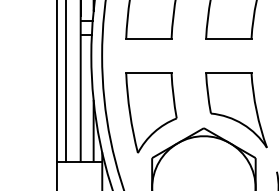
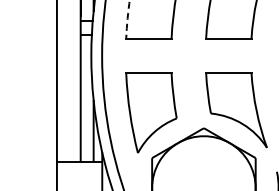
arc at (127, 19): solid -> dashed
line at (65, 82): present -> none
